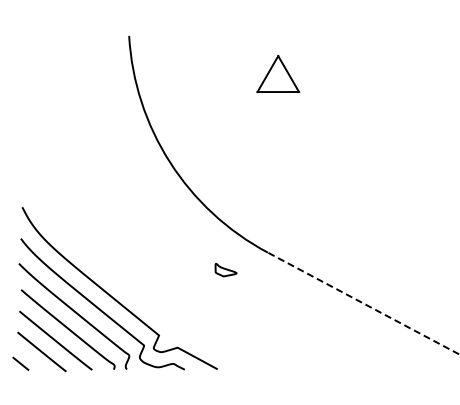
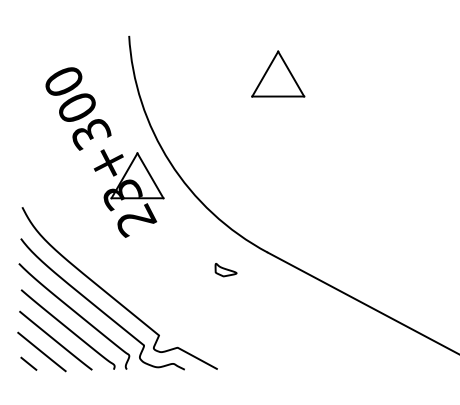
part at (278, 74) size: 45x39 px -> 55x48 px
part at (104, 152): none -> present
line at (363, 303): dashed -> solid
line at (20, 363) position: (20, 363) -> (28, 363)
